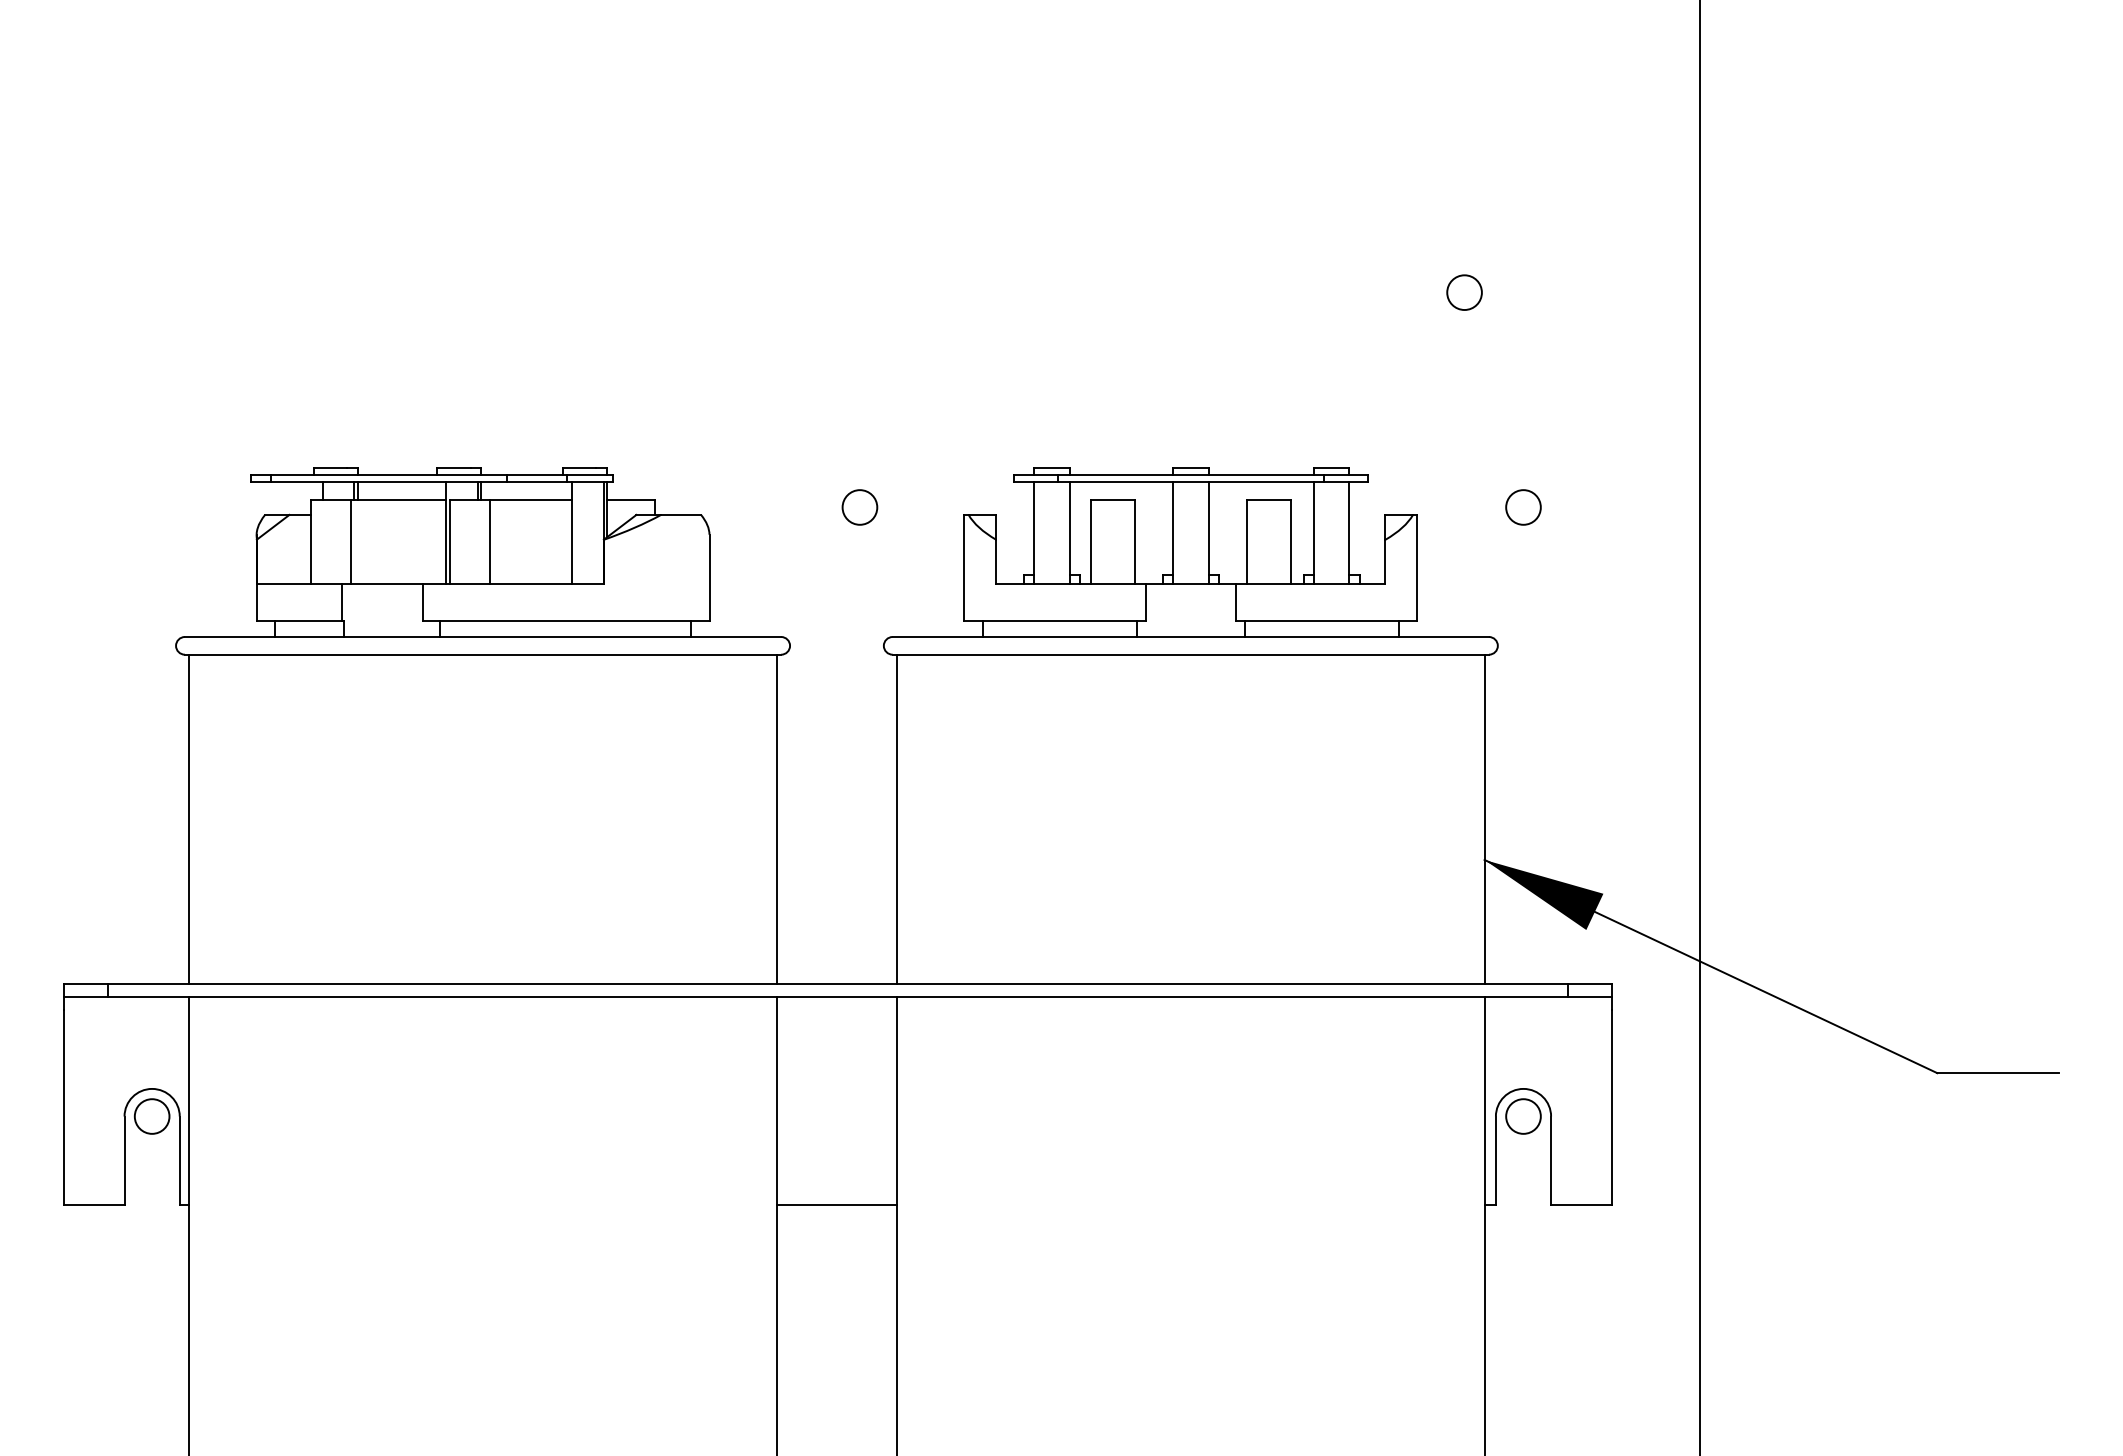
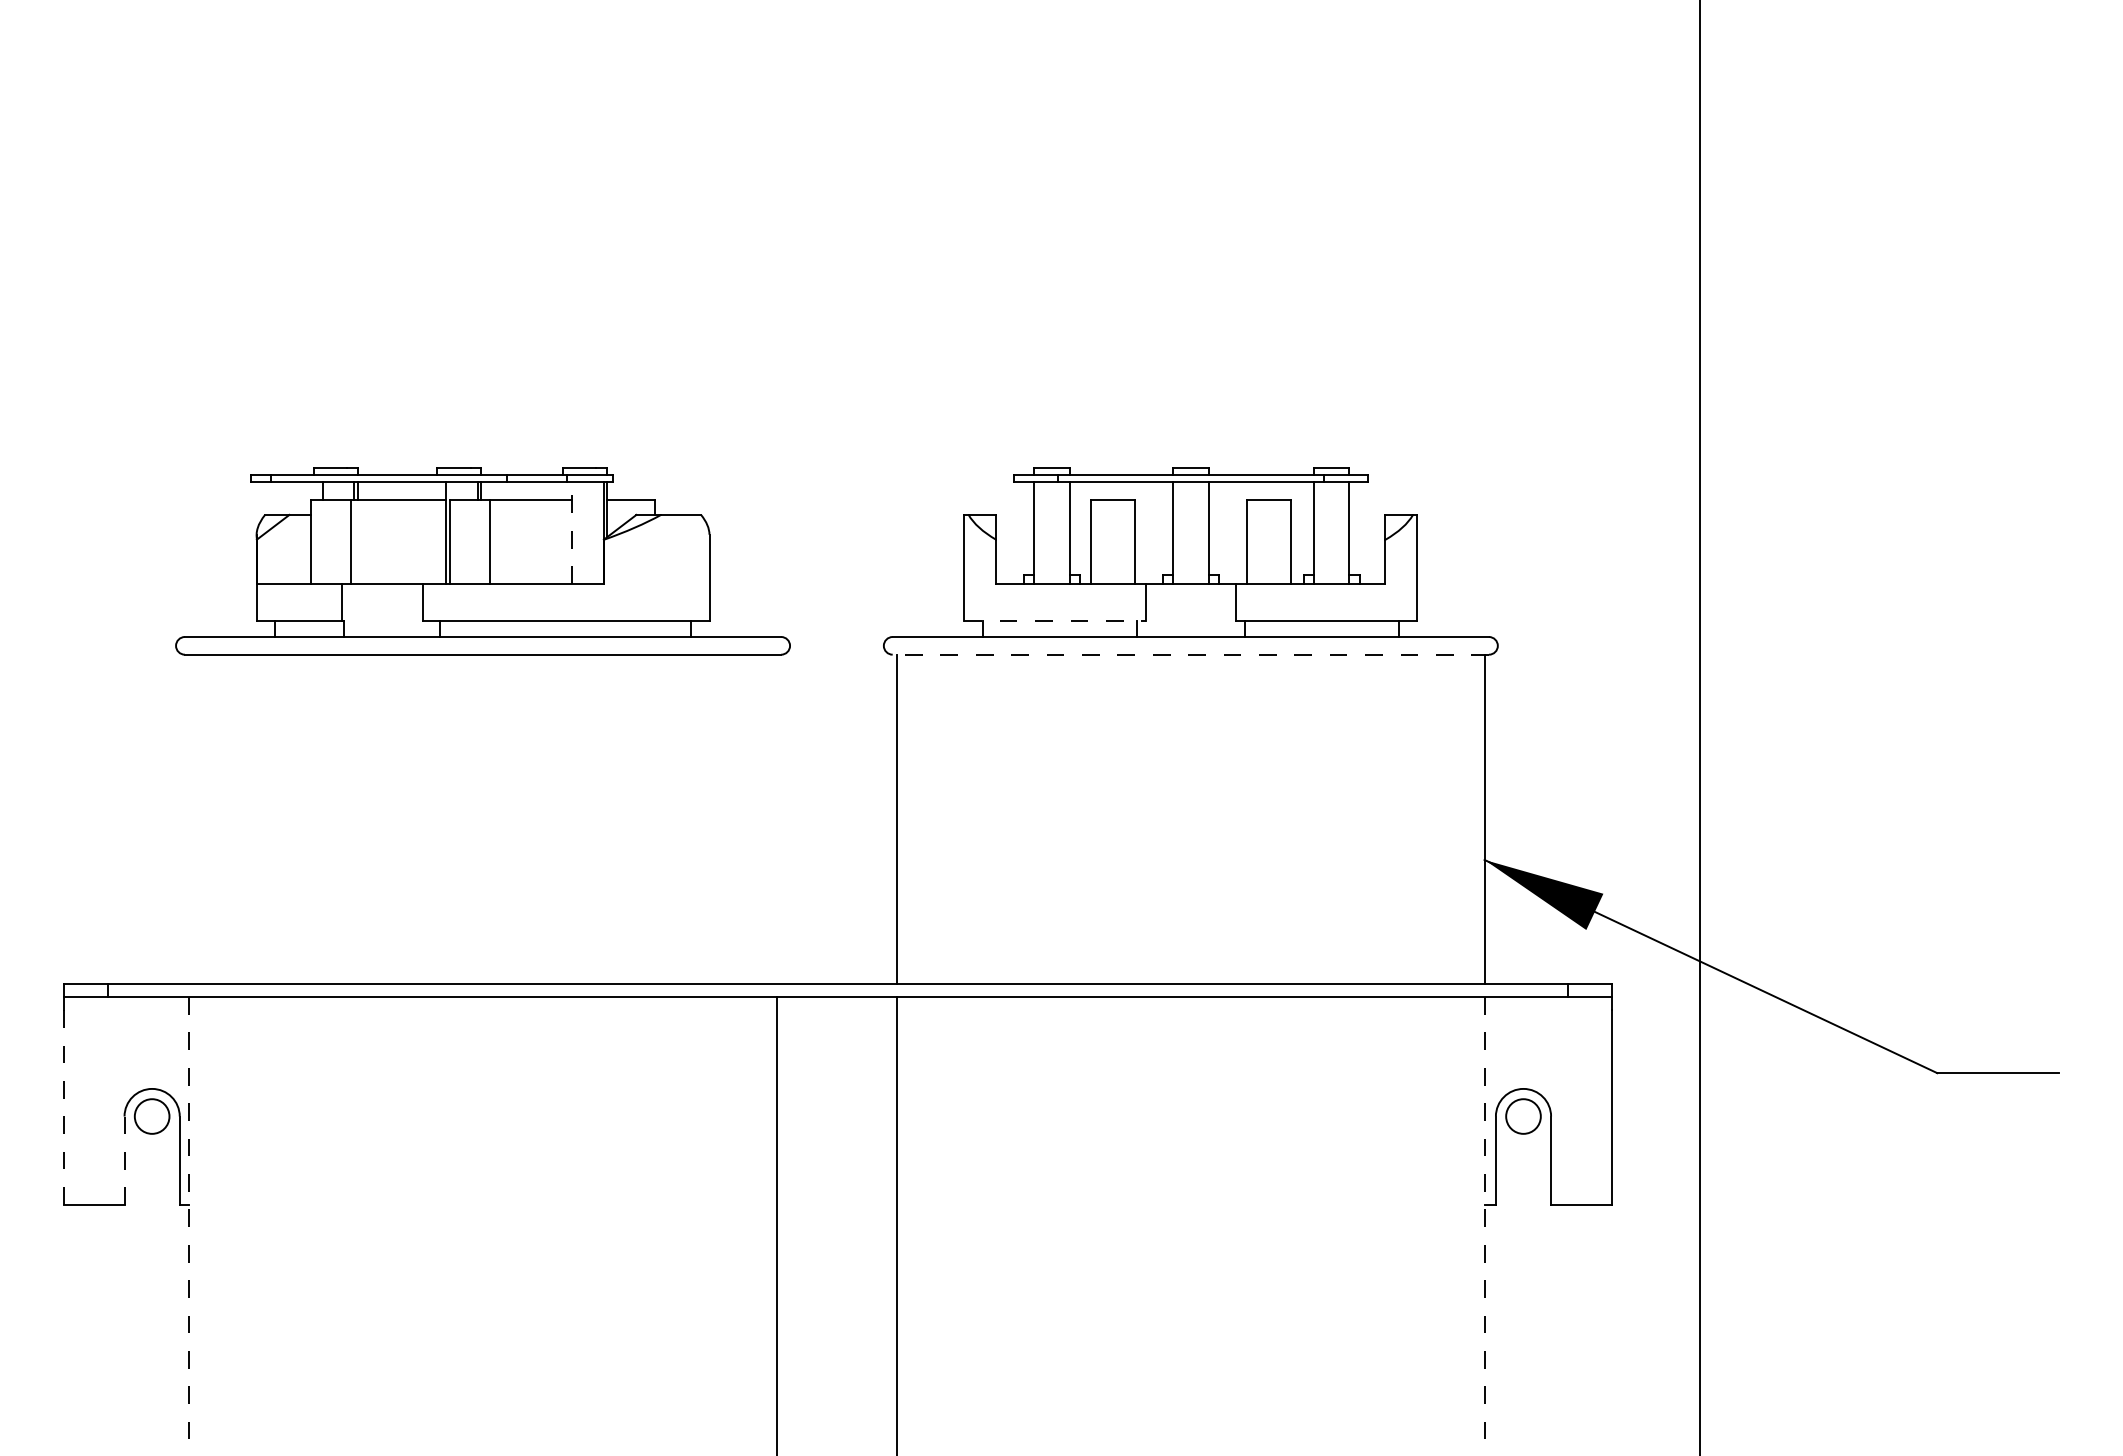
circle at (1464, 292): present -> none
circle at (859, 507): present -> none
circle at (1523, 507): present -> none
line at (572, 532): solid -> dashed
line at (1054, 621): solid -> dashed
line at (1190, 654): solid -> dashed
line at (189, 818): present -> none
line at (776, 818): present -> none
line at (63, 1108): solid -> dashed
line at (124, 1160): solid -> dashed
line at (836, 1205): present -> none
line at (189, 1226): solid -> dashed
line at (1484, 1226): solid -> dashed
